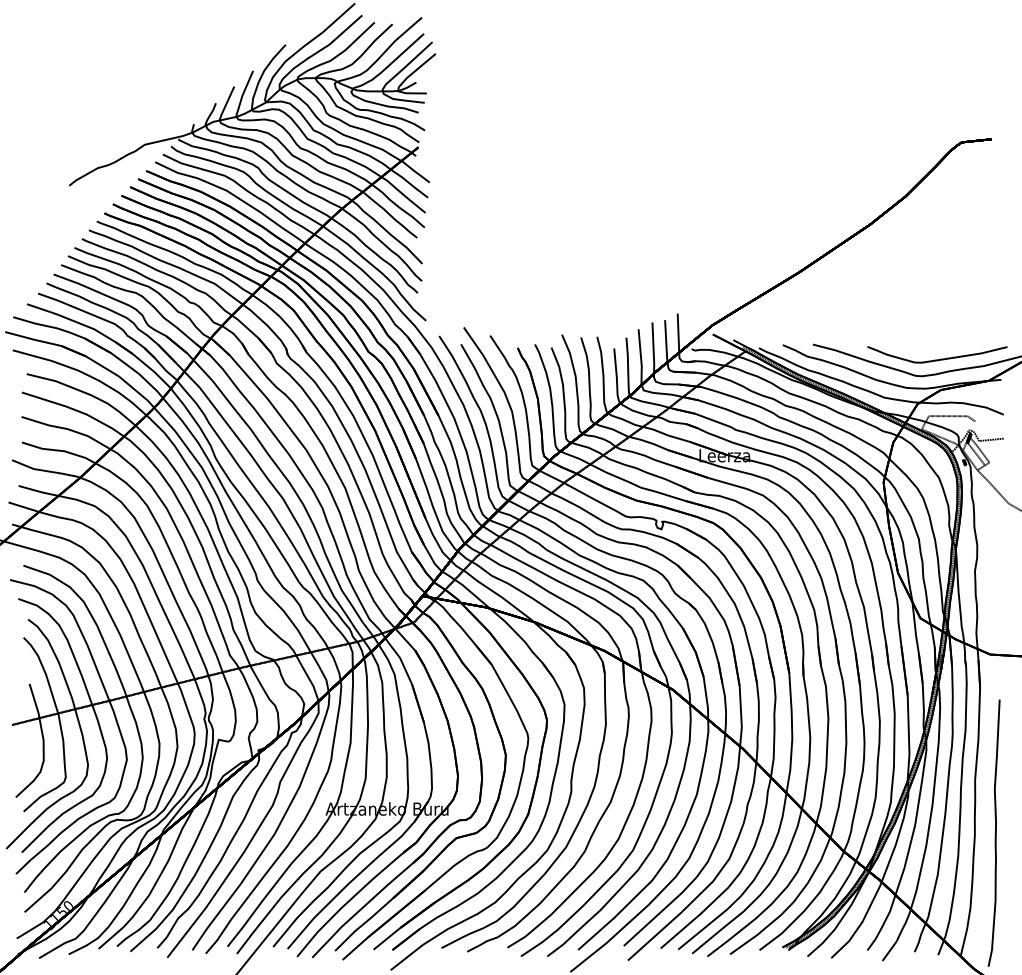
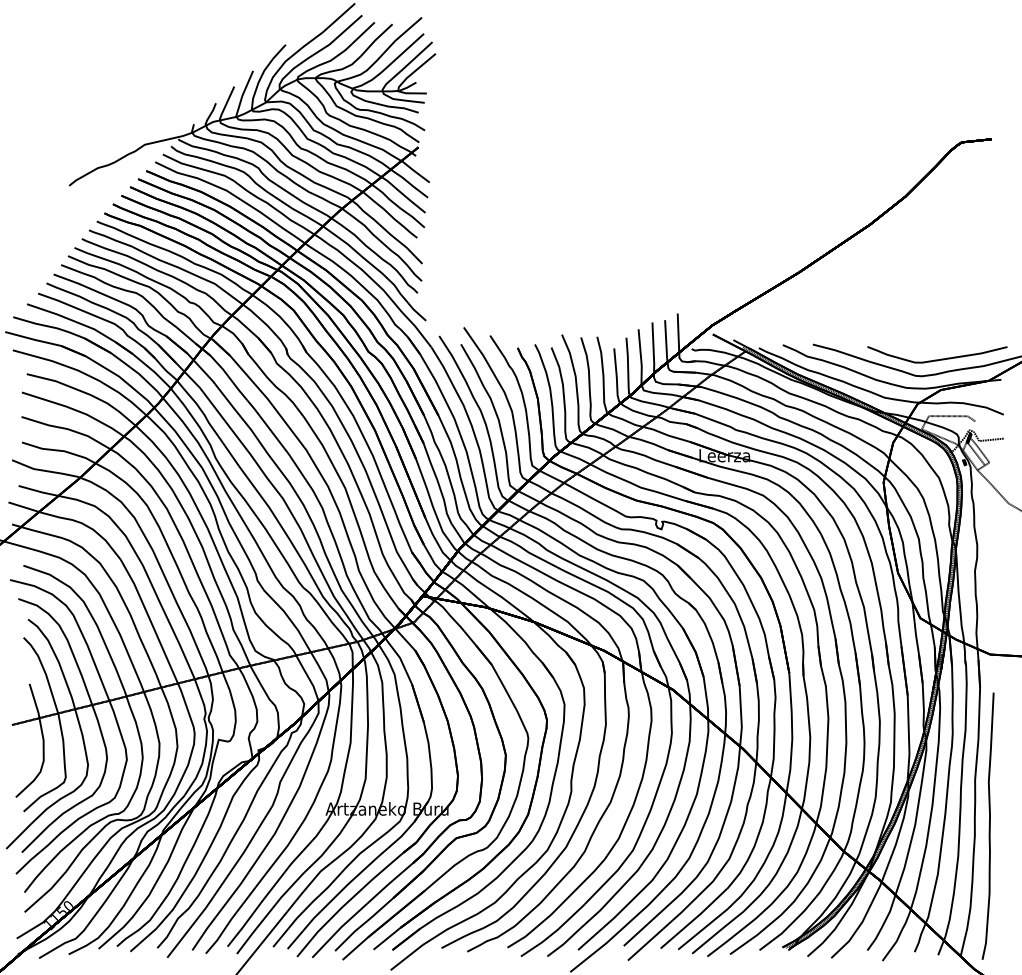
curve at (994, 833) position: (994, 833) -> (988, 826)
